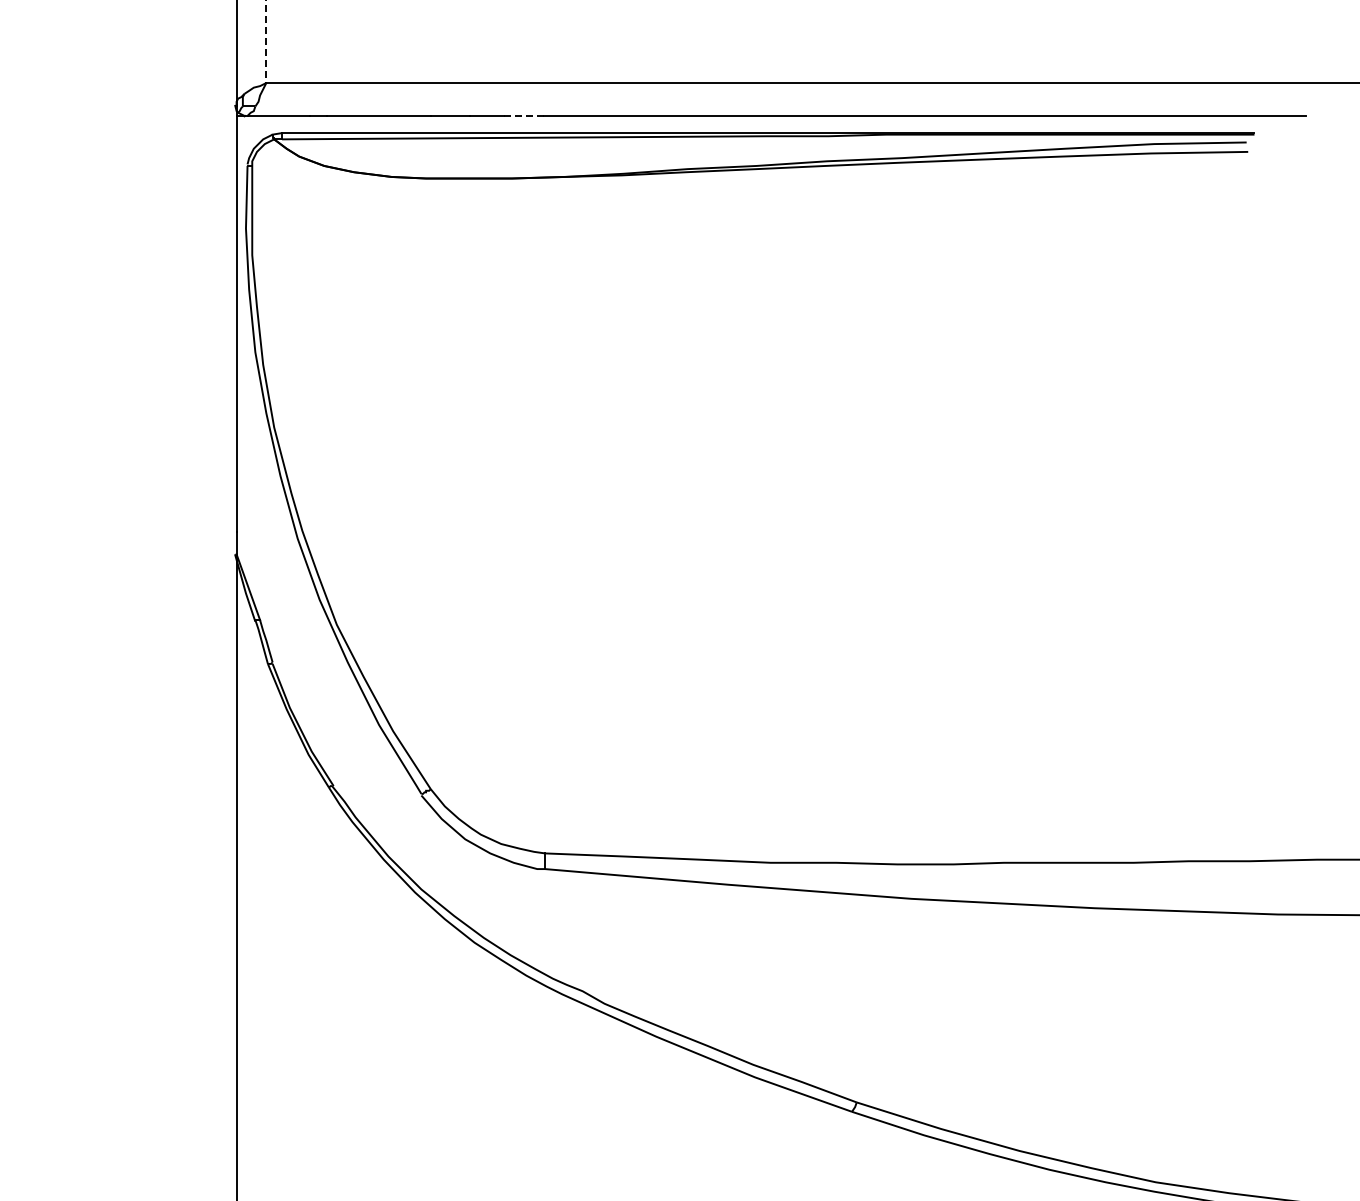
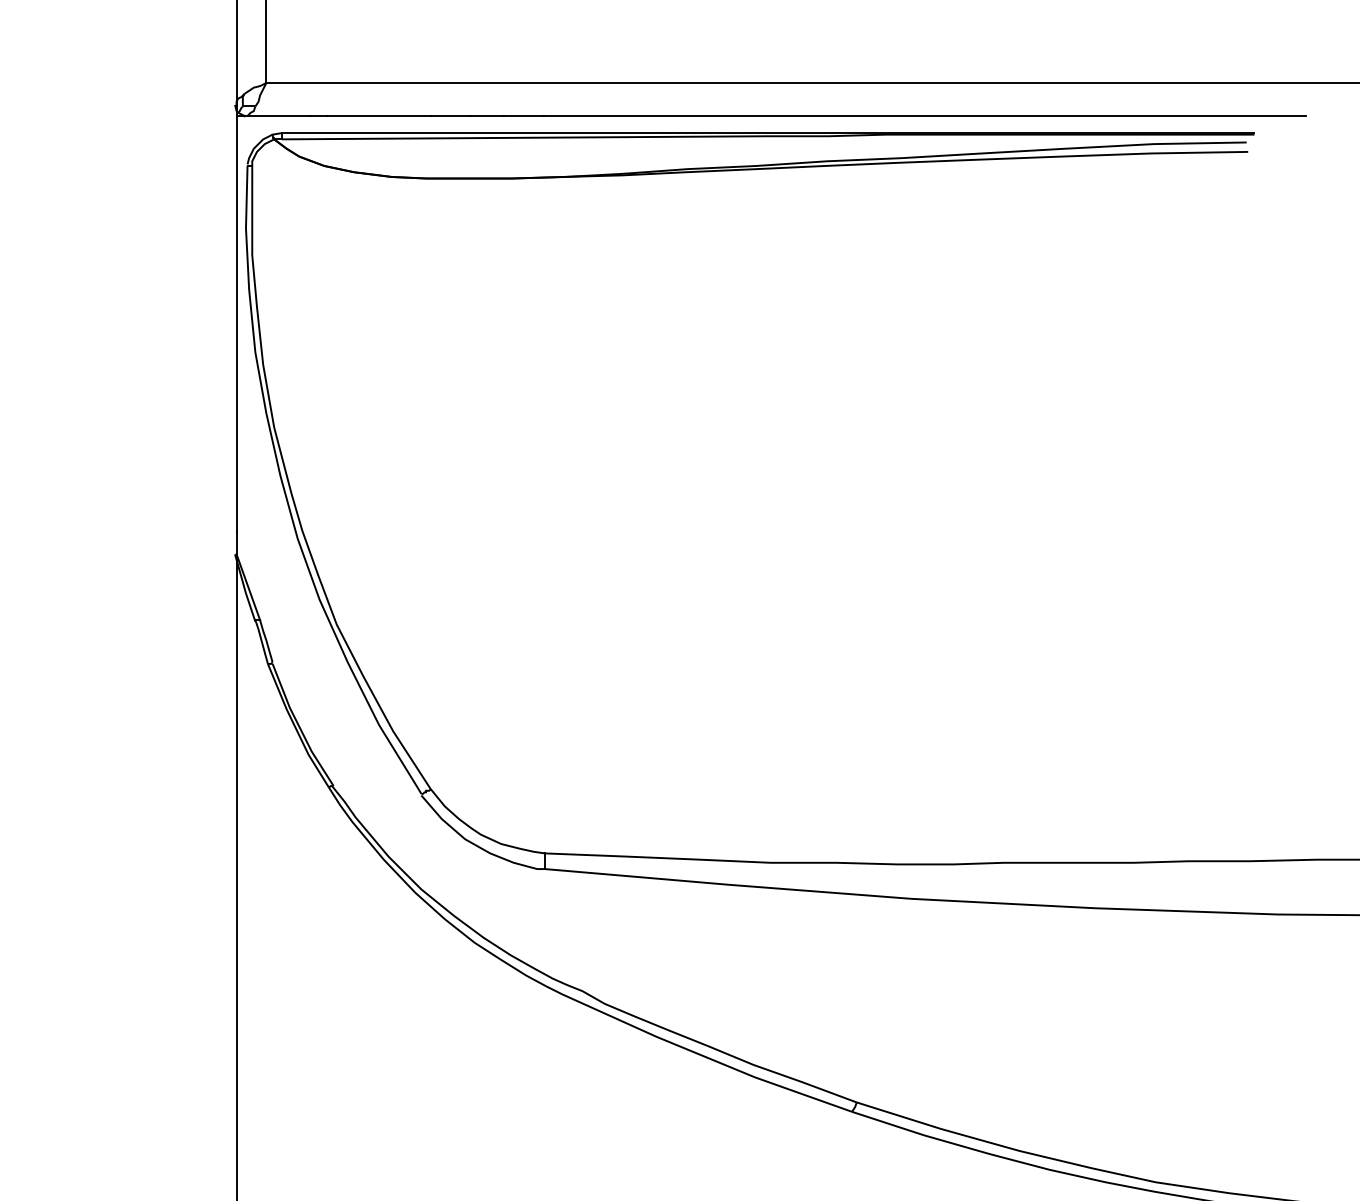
line at (266, 42): dashed -> solid
line at (523, 115): dashed -> solid
